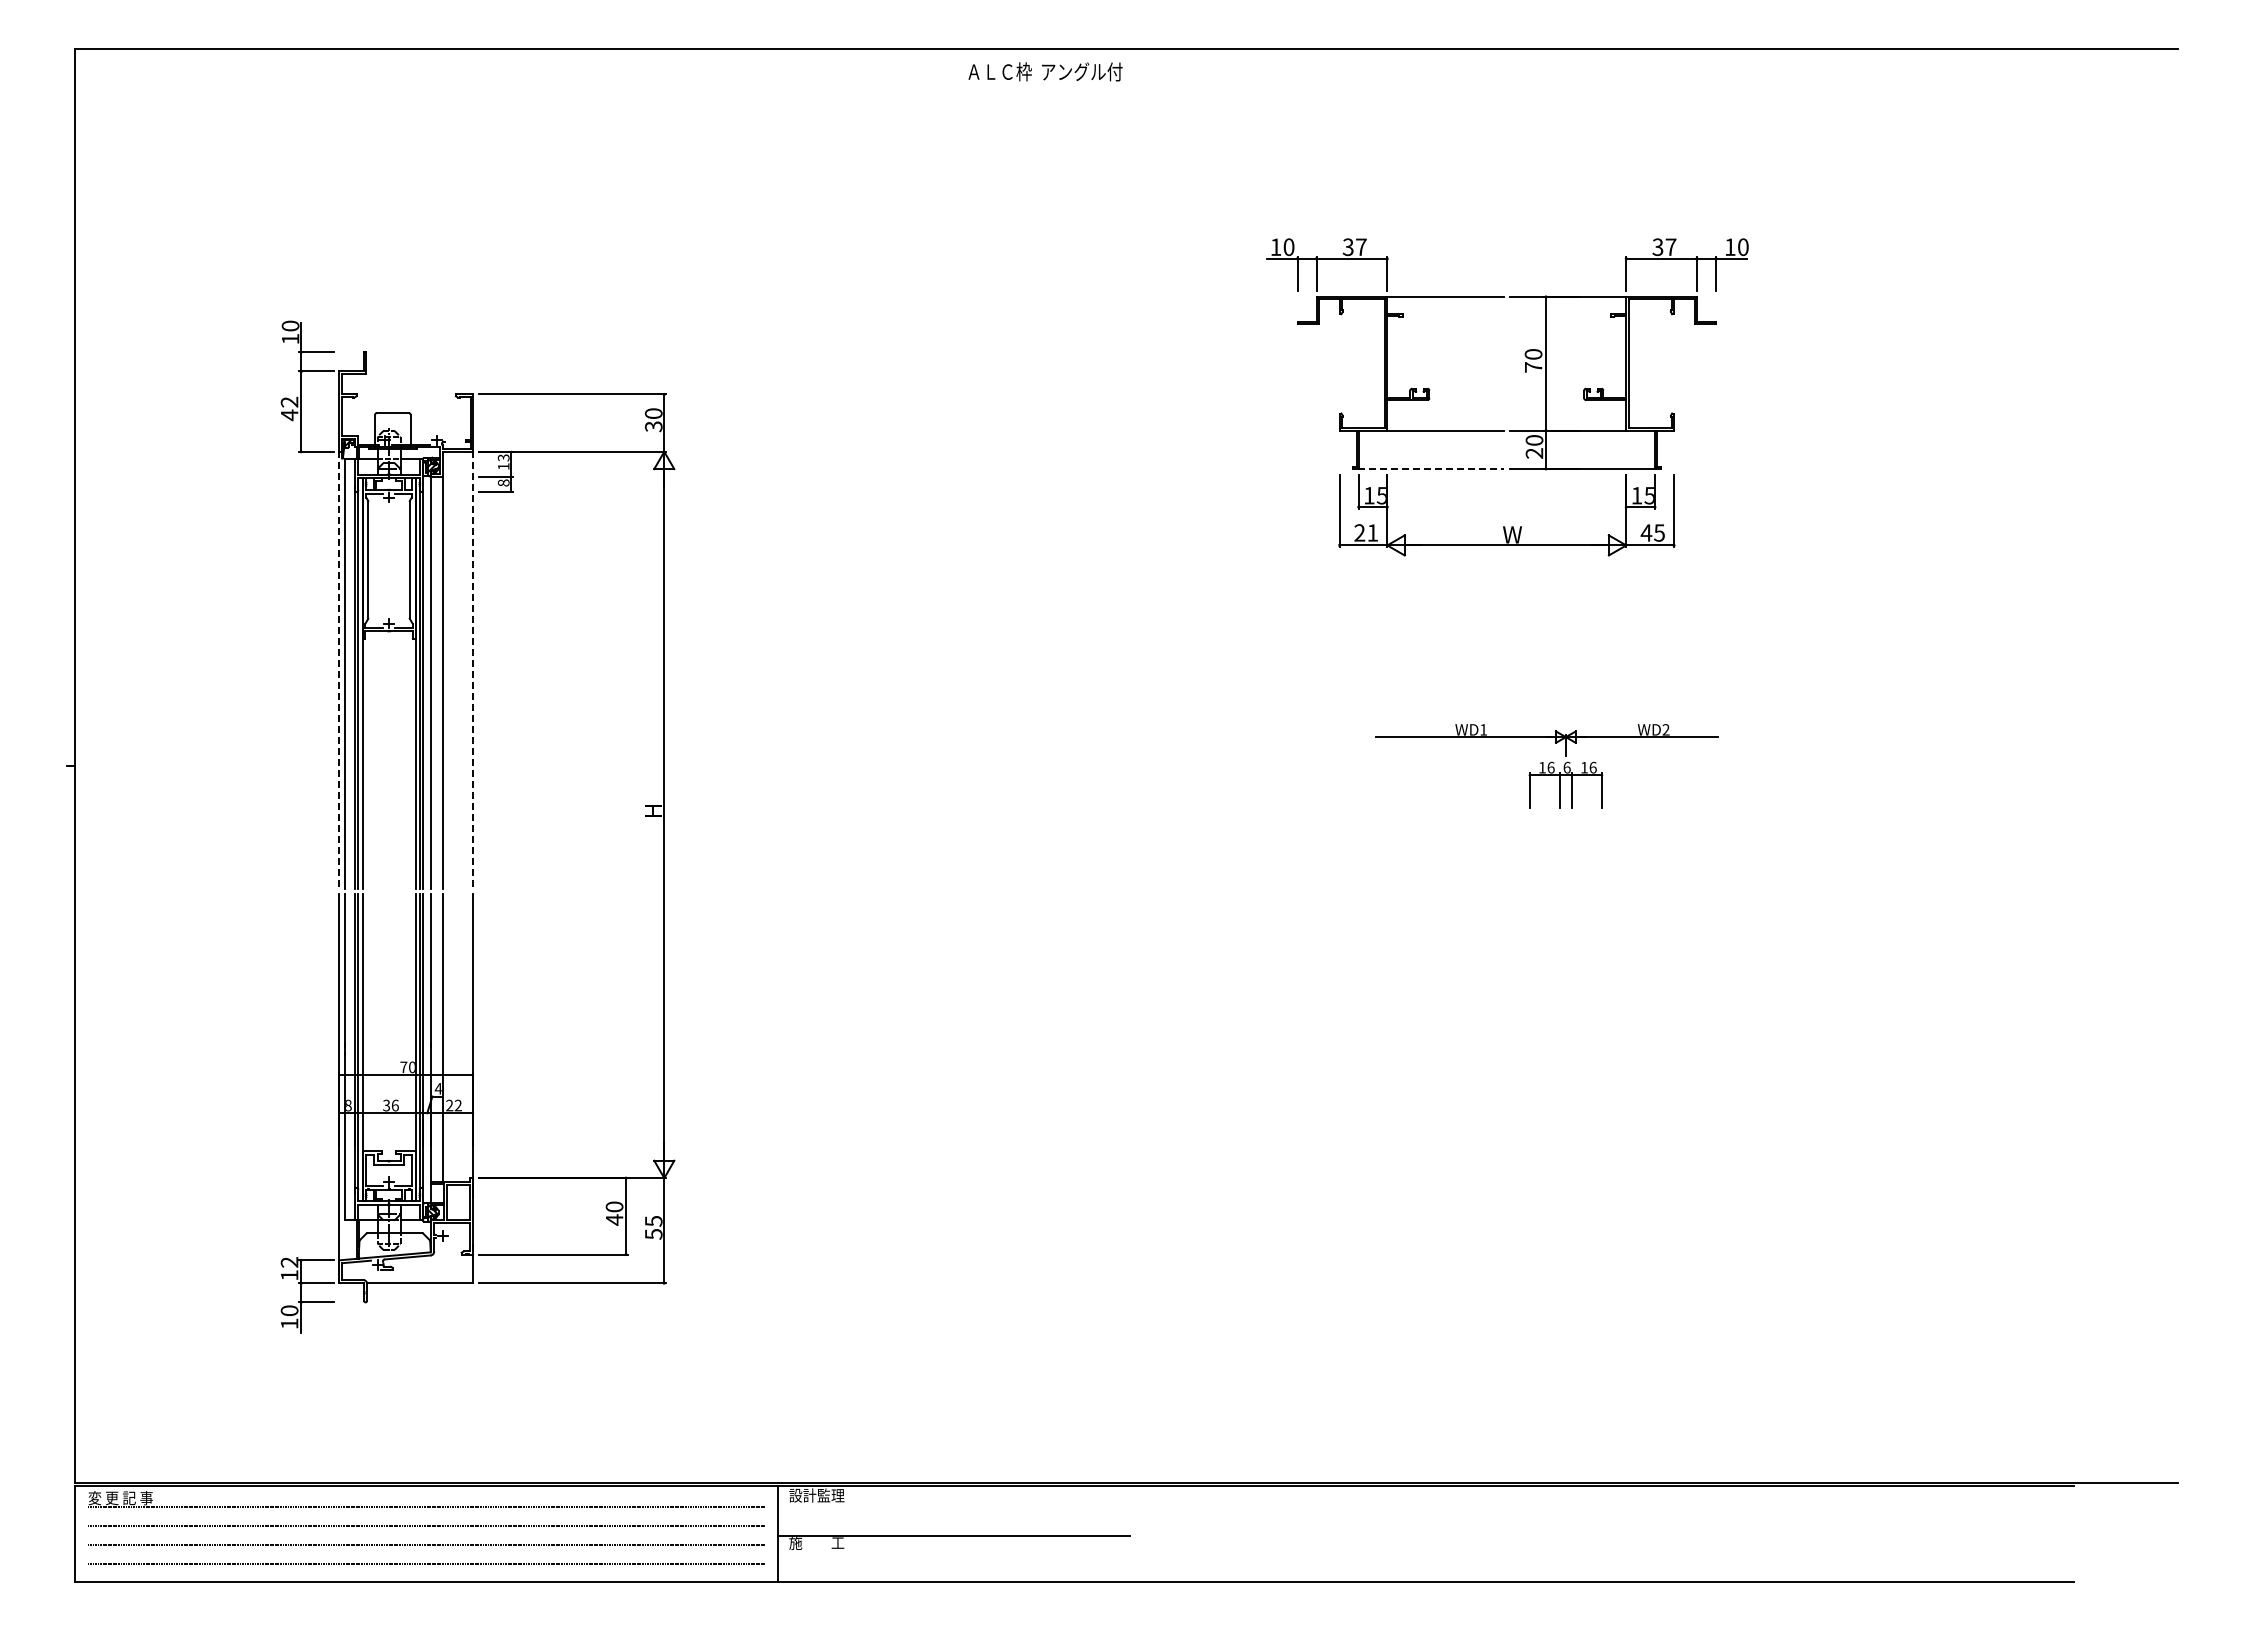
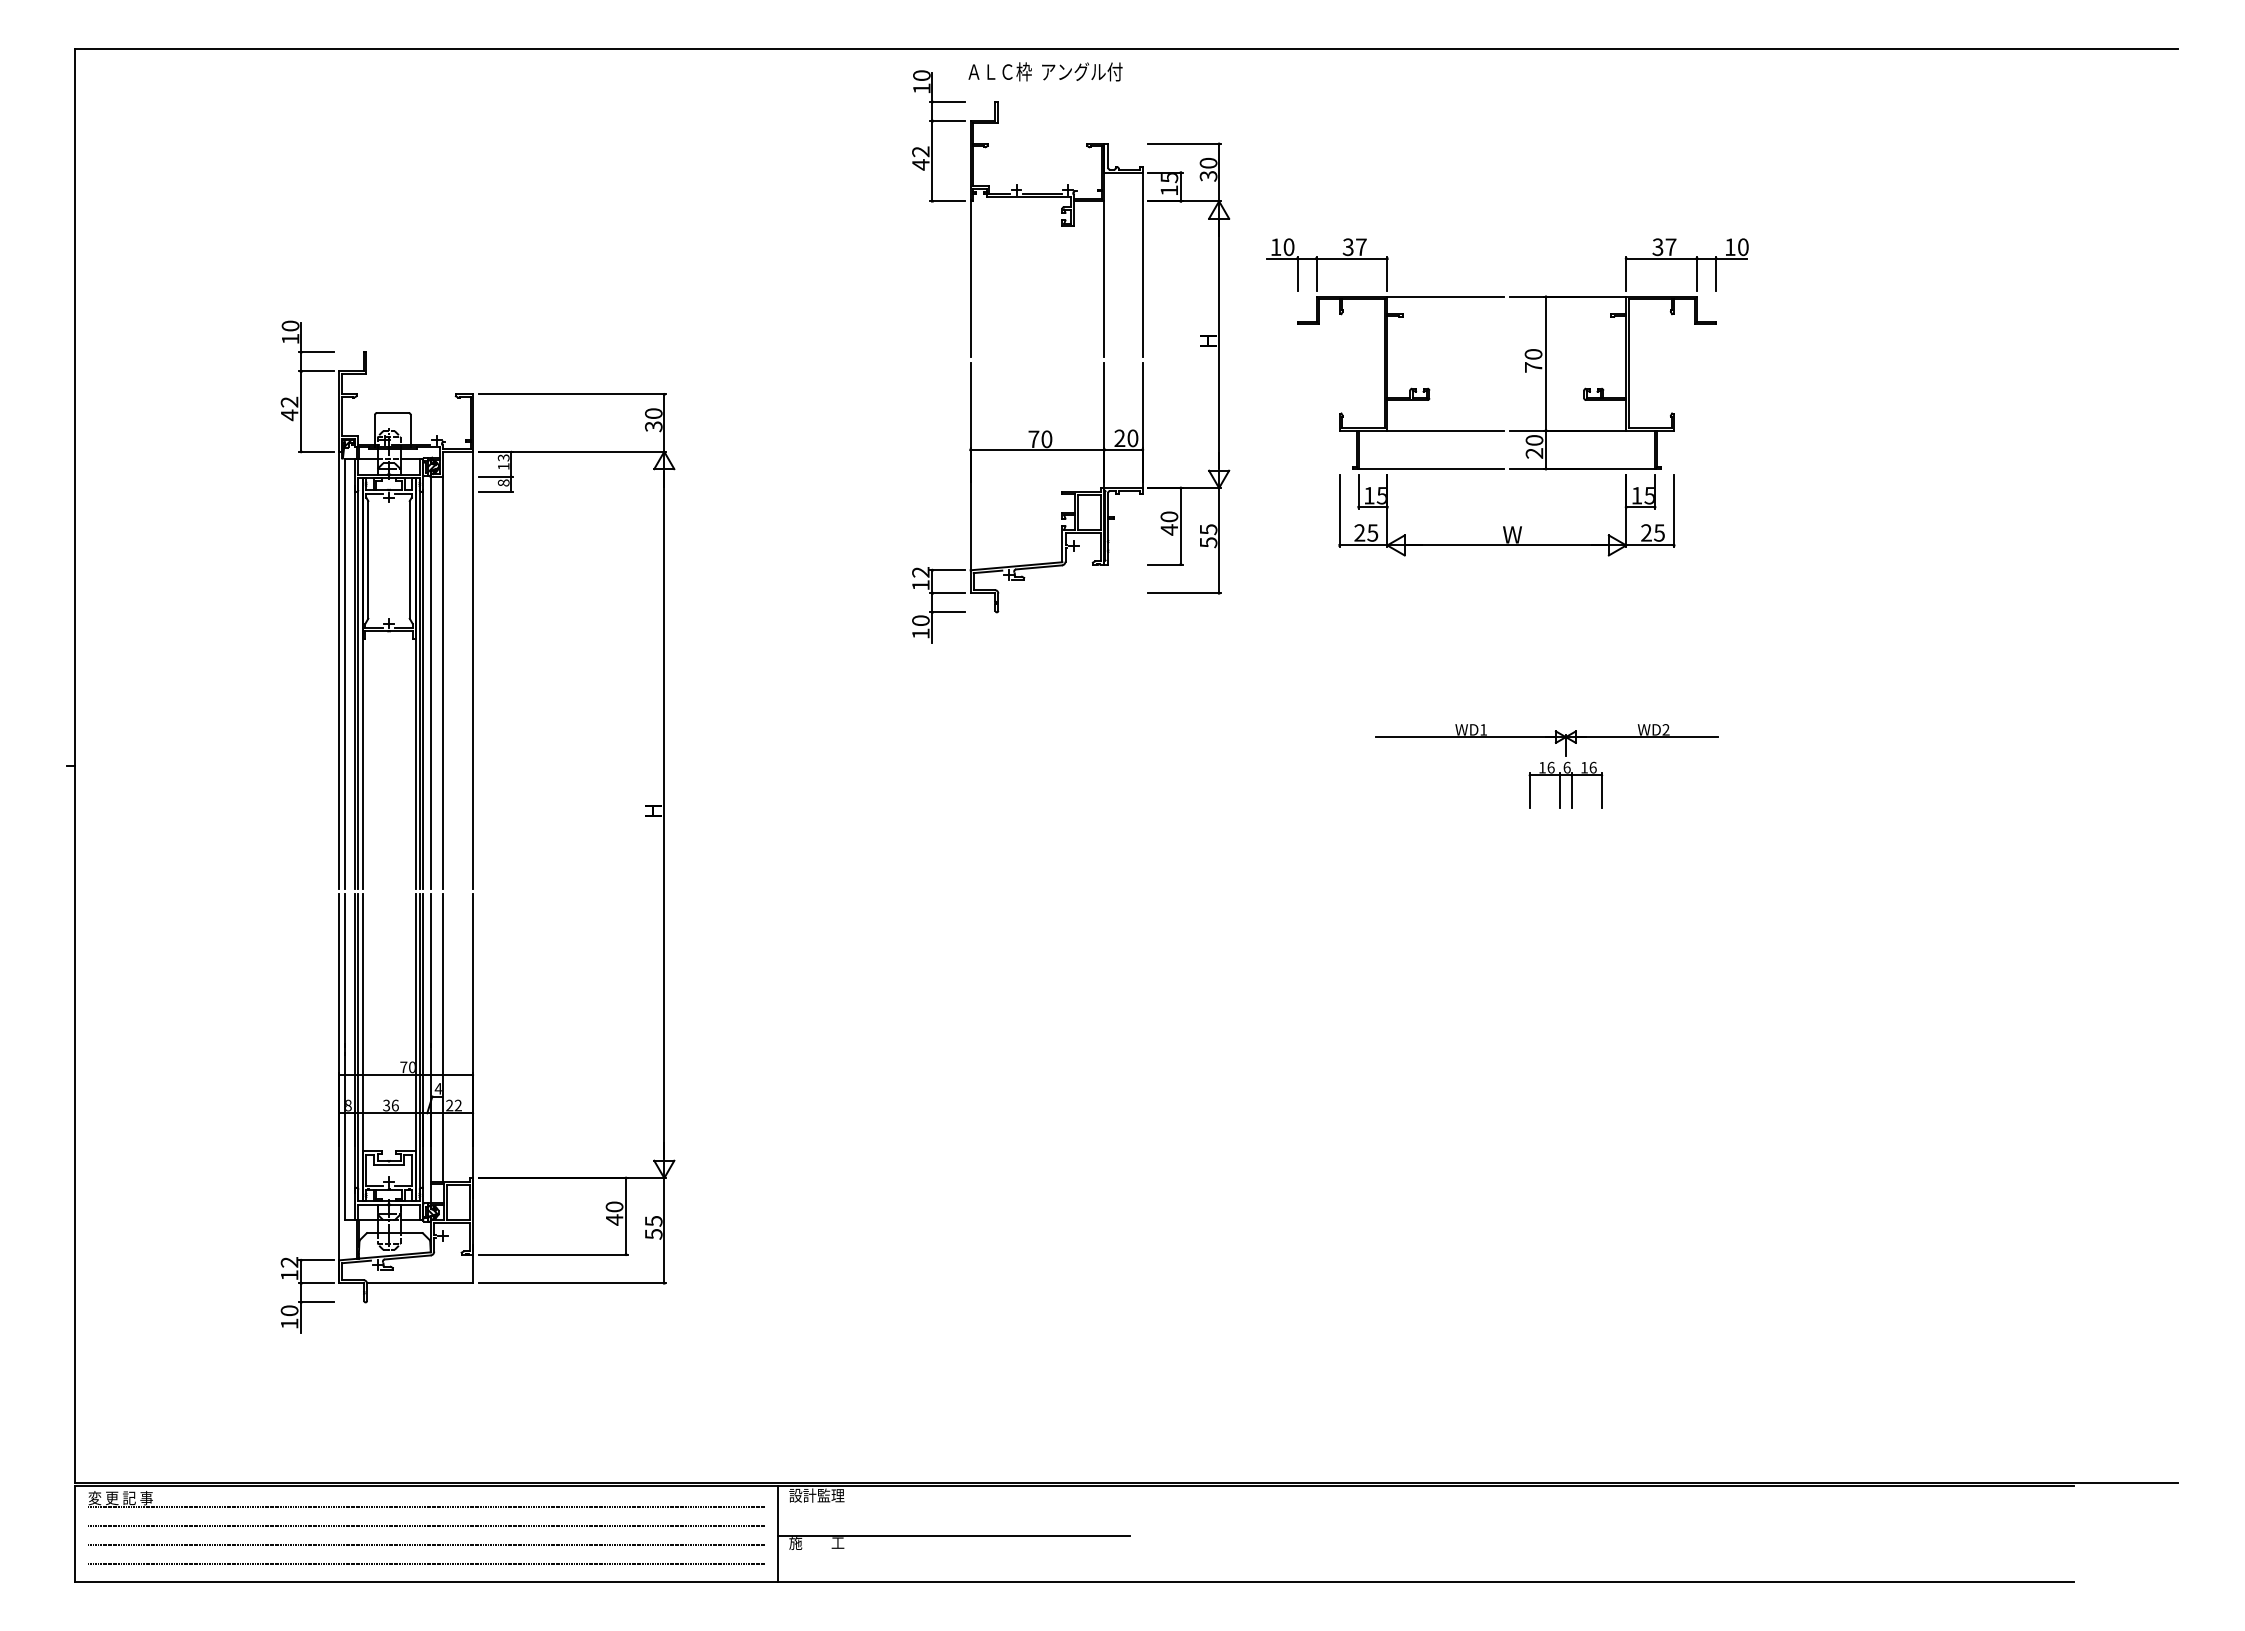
part at (1103, 356): none -> present
line at (1431, 468): dashed -> solid
text at (1372, 532): 21 -> 25
text at (1646, 532): 45 -> 25
line at (339, 669): dashed -> solid
line at (473, 669): dashed -> solid
